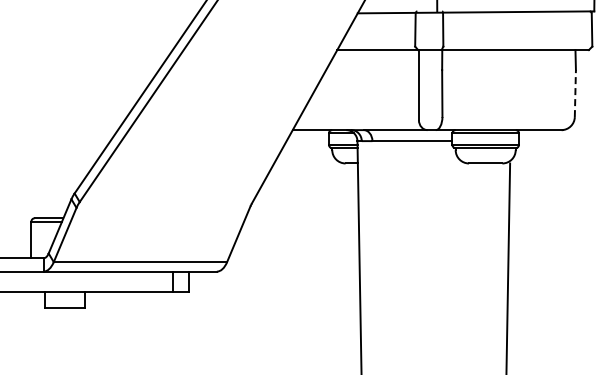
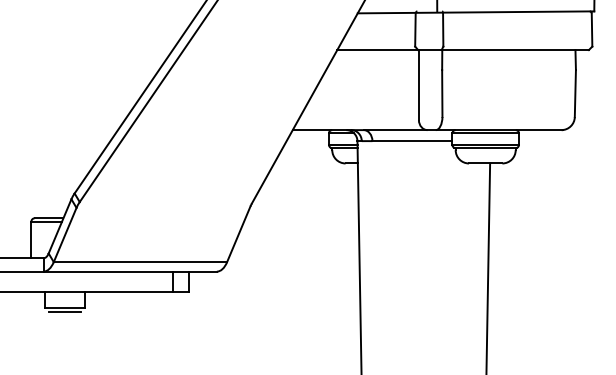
line at (575, 93): dashed -> solid
line at (508, 267) position: (508, 267) -> (488, 267)
line at (64, 311): none -> present
